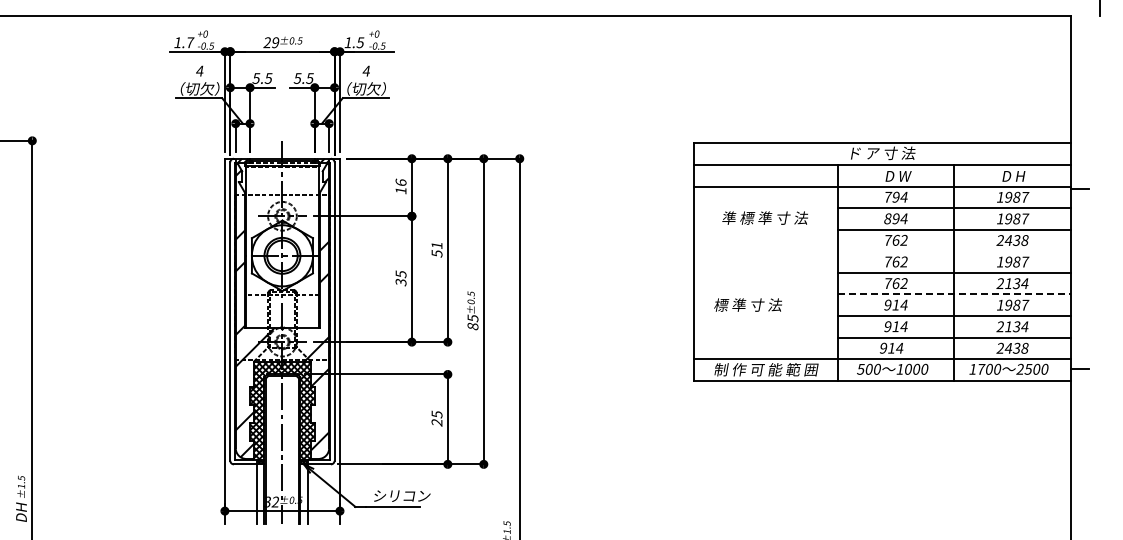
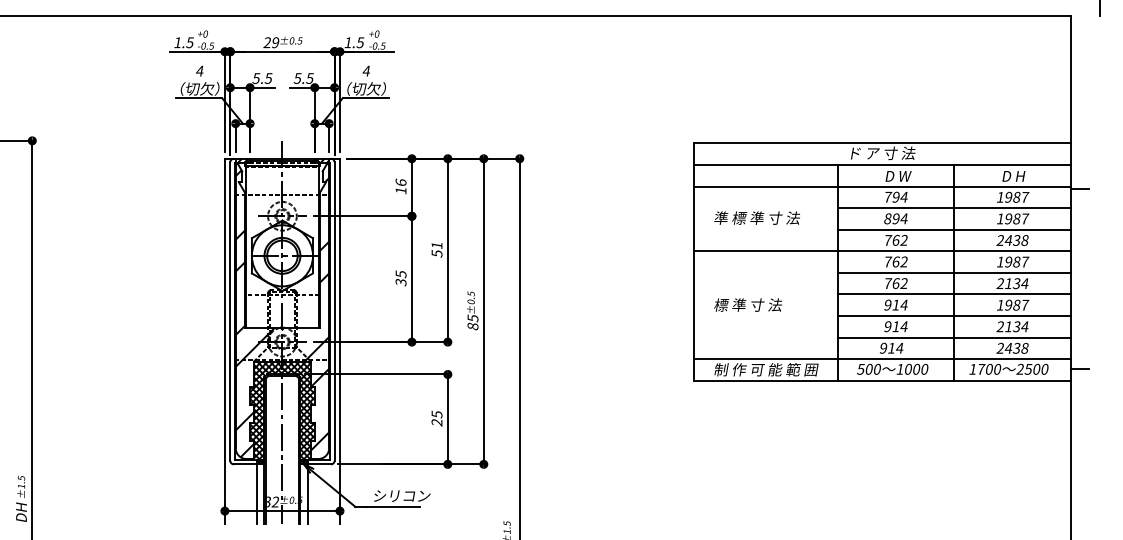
text at (190, 42): 1.7 -> 1.5
text at (764, 217) position: (764, 217) -> (756, 217)
line at (882, 251): none -> present
line at (954, 294): dashed -> solid
